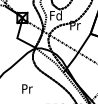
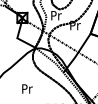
text at (55, 15): Fd -> Pr
